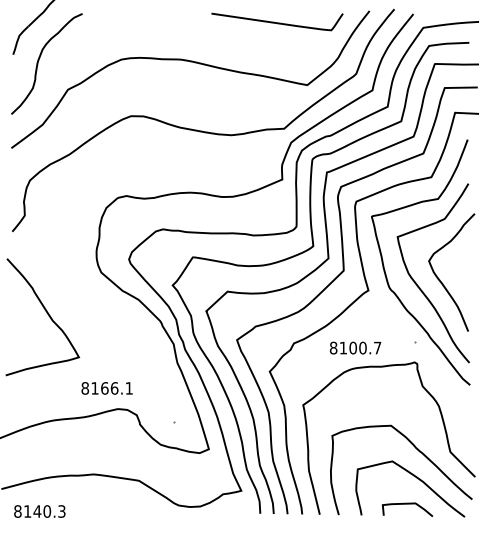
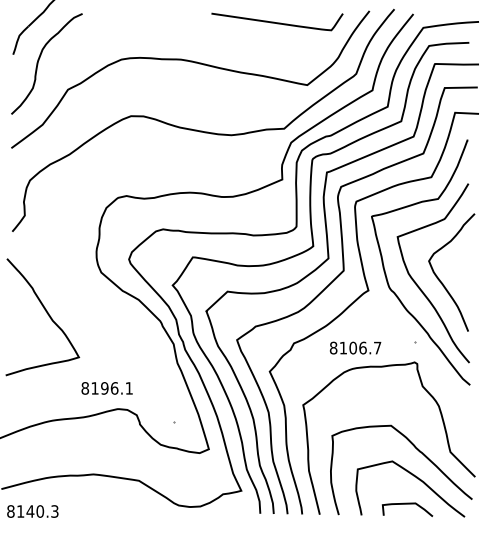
text at (362, 347): 8100.7 -> 8106.7
text at (104, 388): 8166.1 -> 8196.1
text at (39, 511) position: (39, 511) -> (32, 511)
